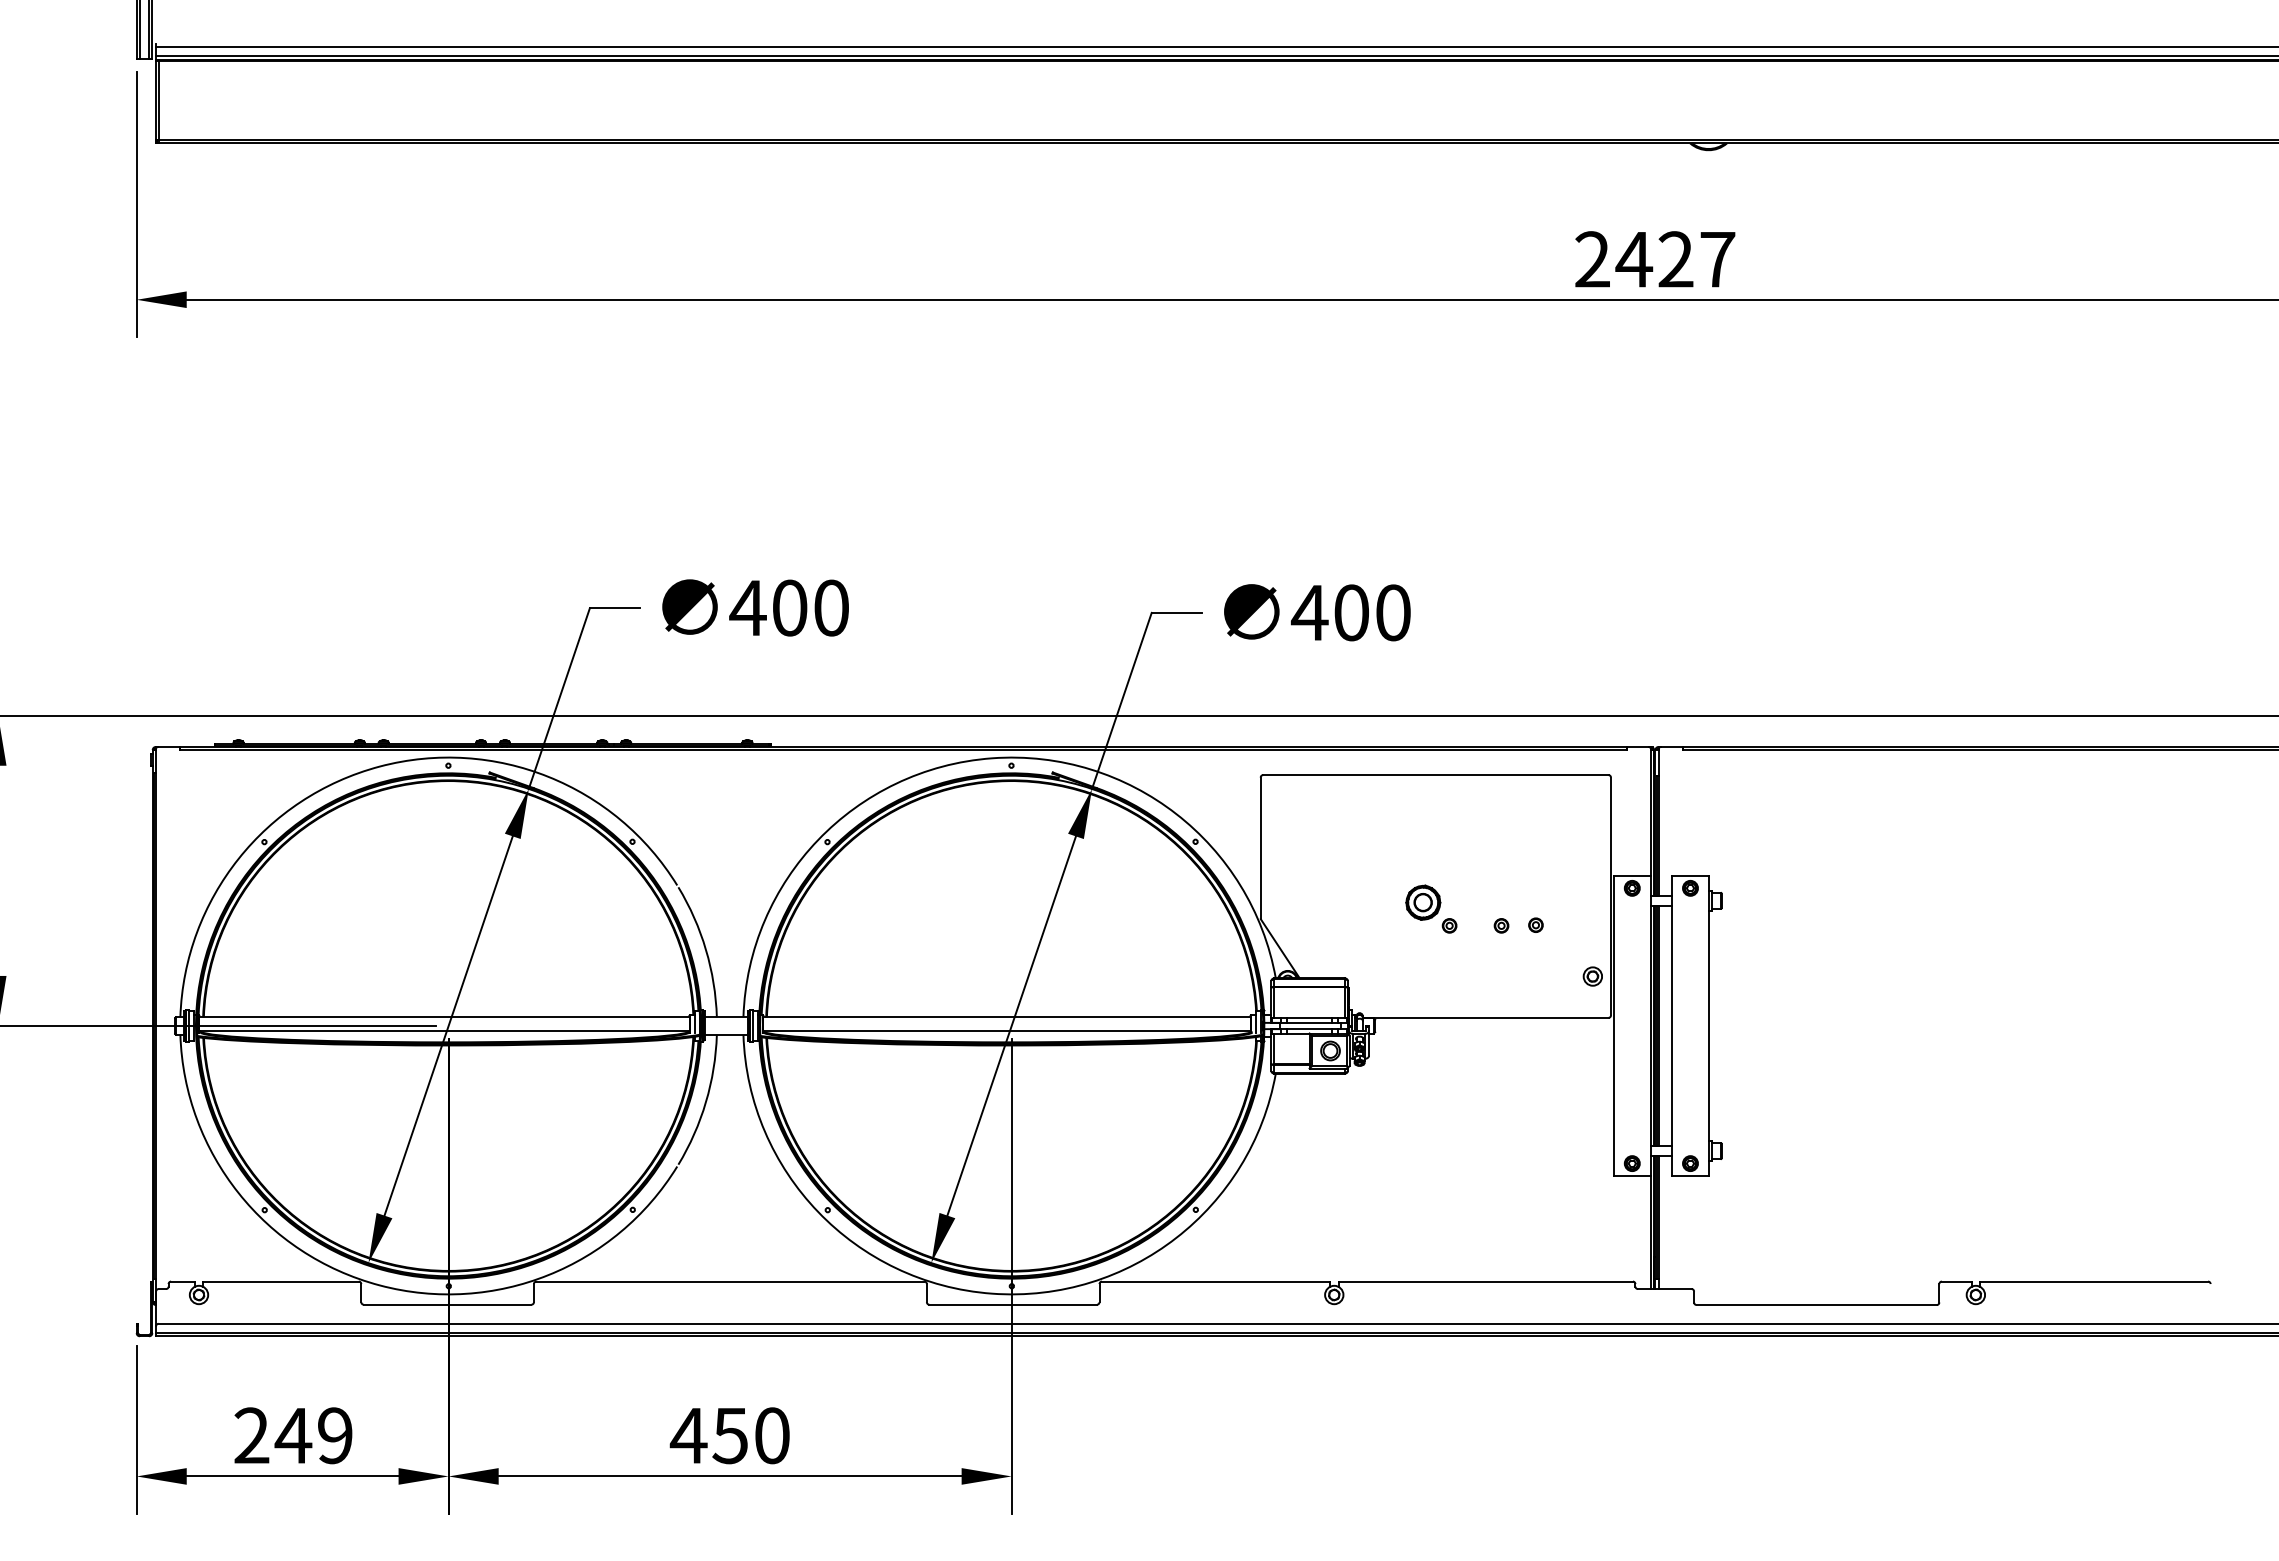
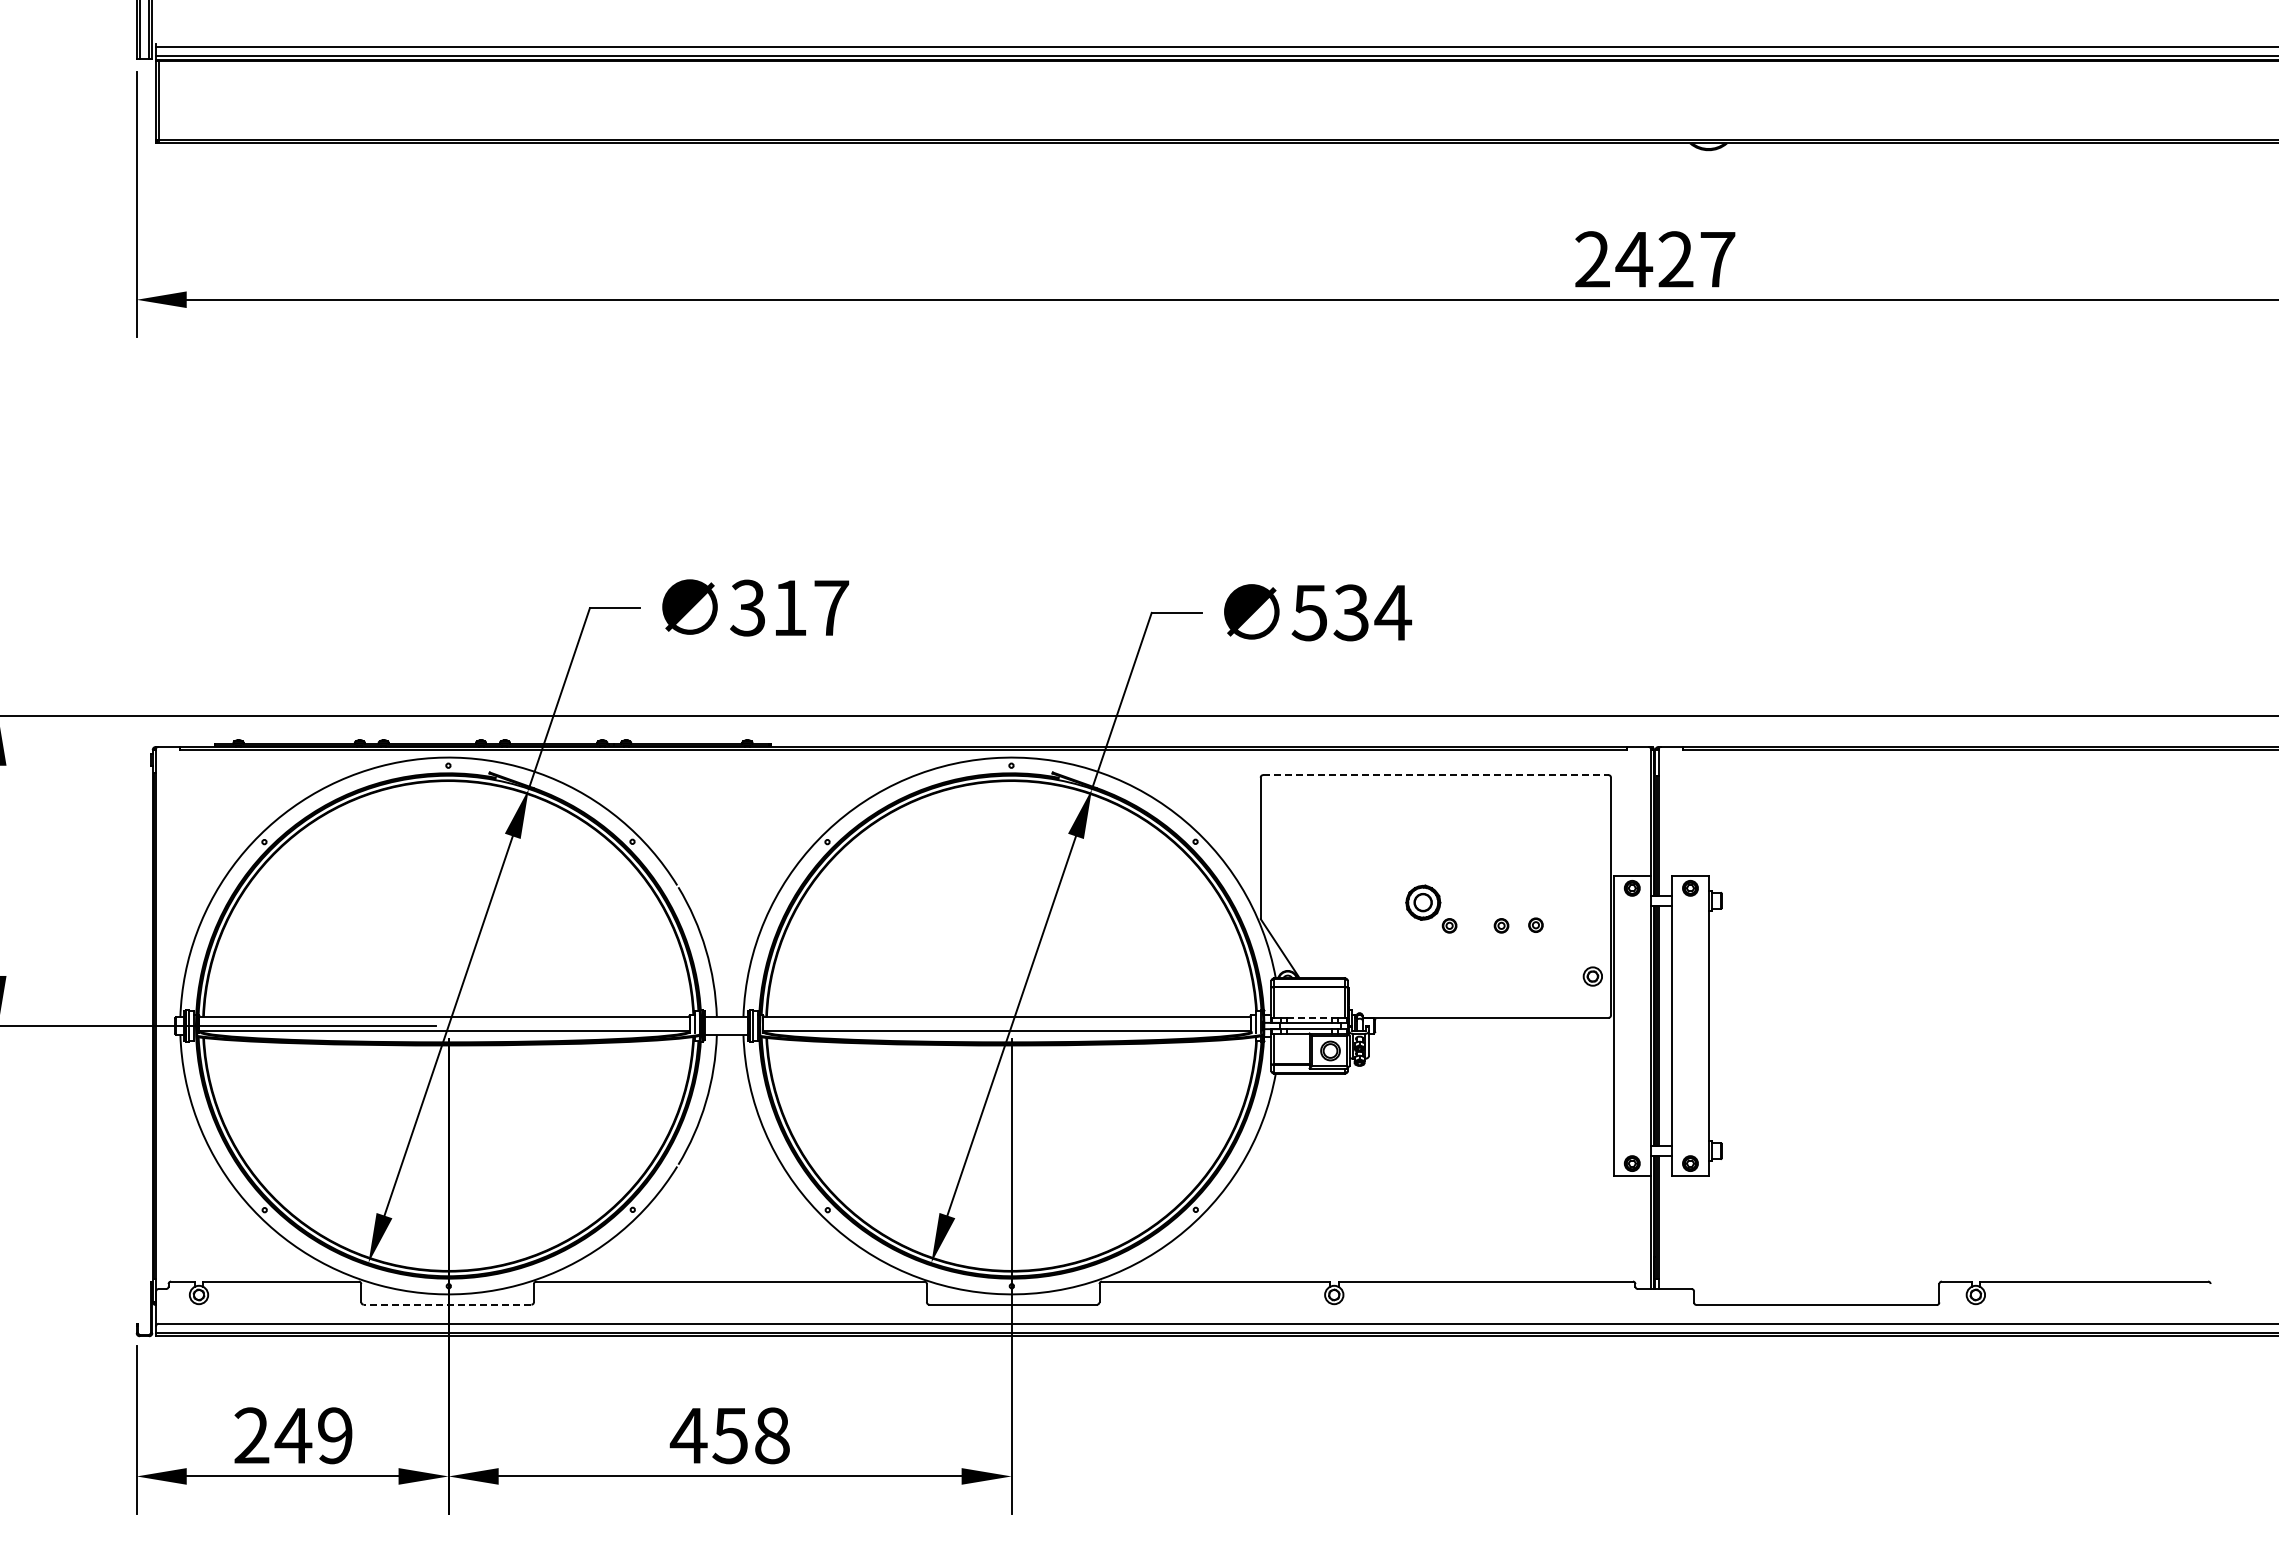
text at (789, 607): 400 -> 317
text at (1351, 612): 400 -> 534
line at (1435, 775): solid -> dashed
line at (1309, 1018): solid -> dashed
line at (447, 1304): solid -> dashed
text at (772, 1435): 450 -> 458
